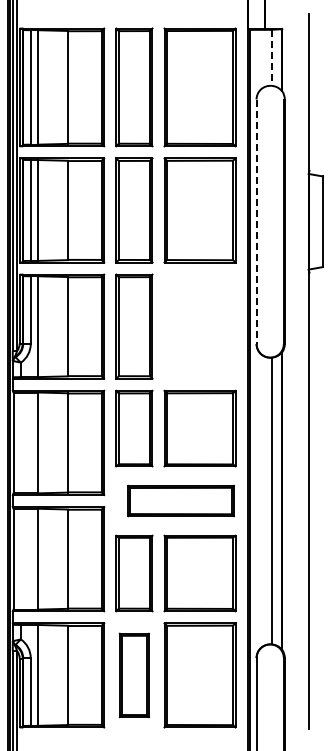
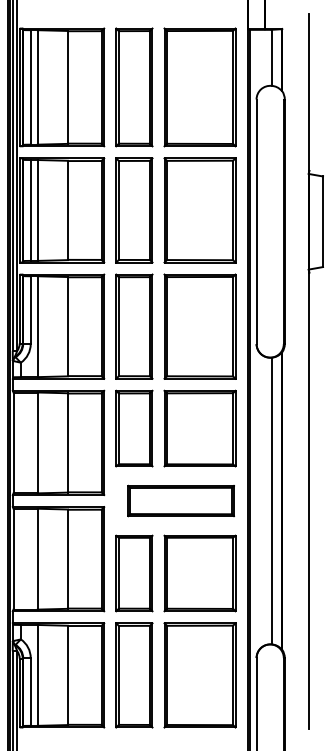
line at (271, 58): dashed -> solid
line at (256, 222): dashed -> solid
part at (199, 326): none -> present
part at (133, 675) size: 32x87 px -> 39x107 px
